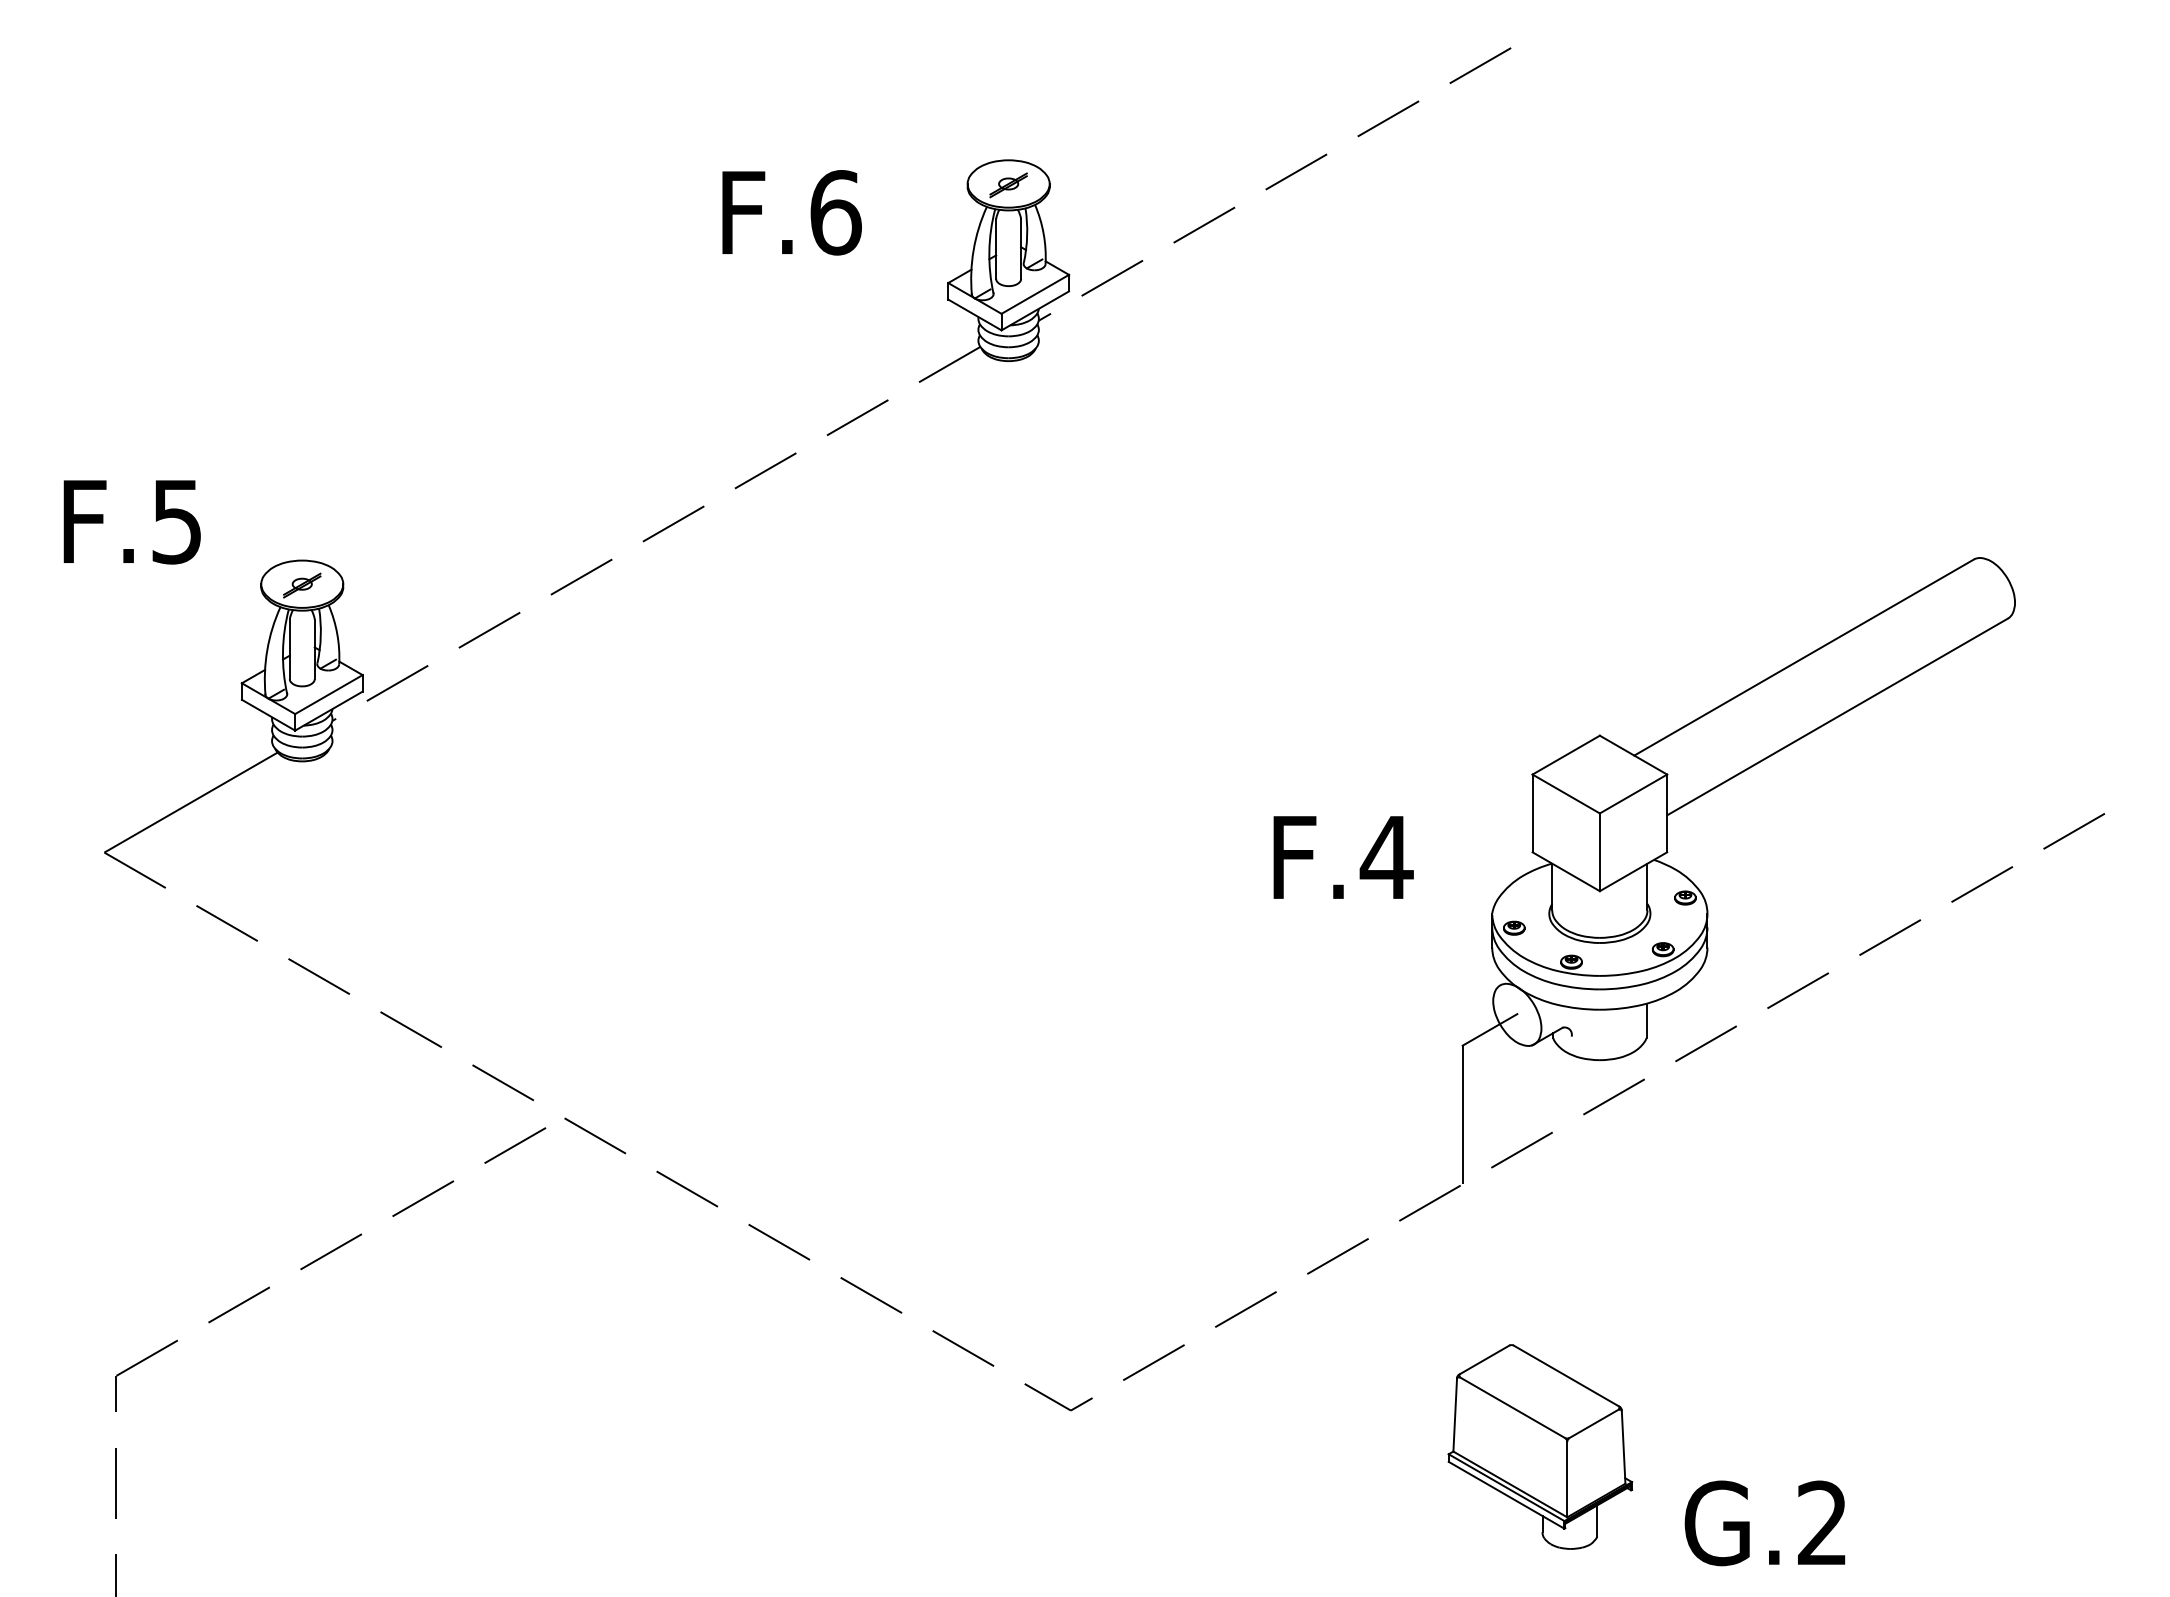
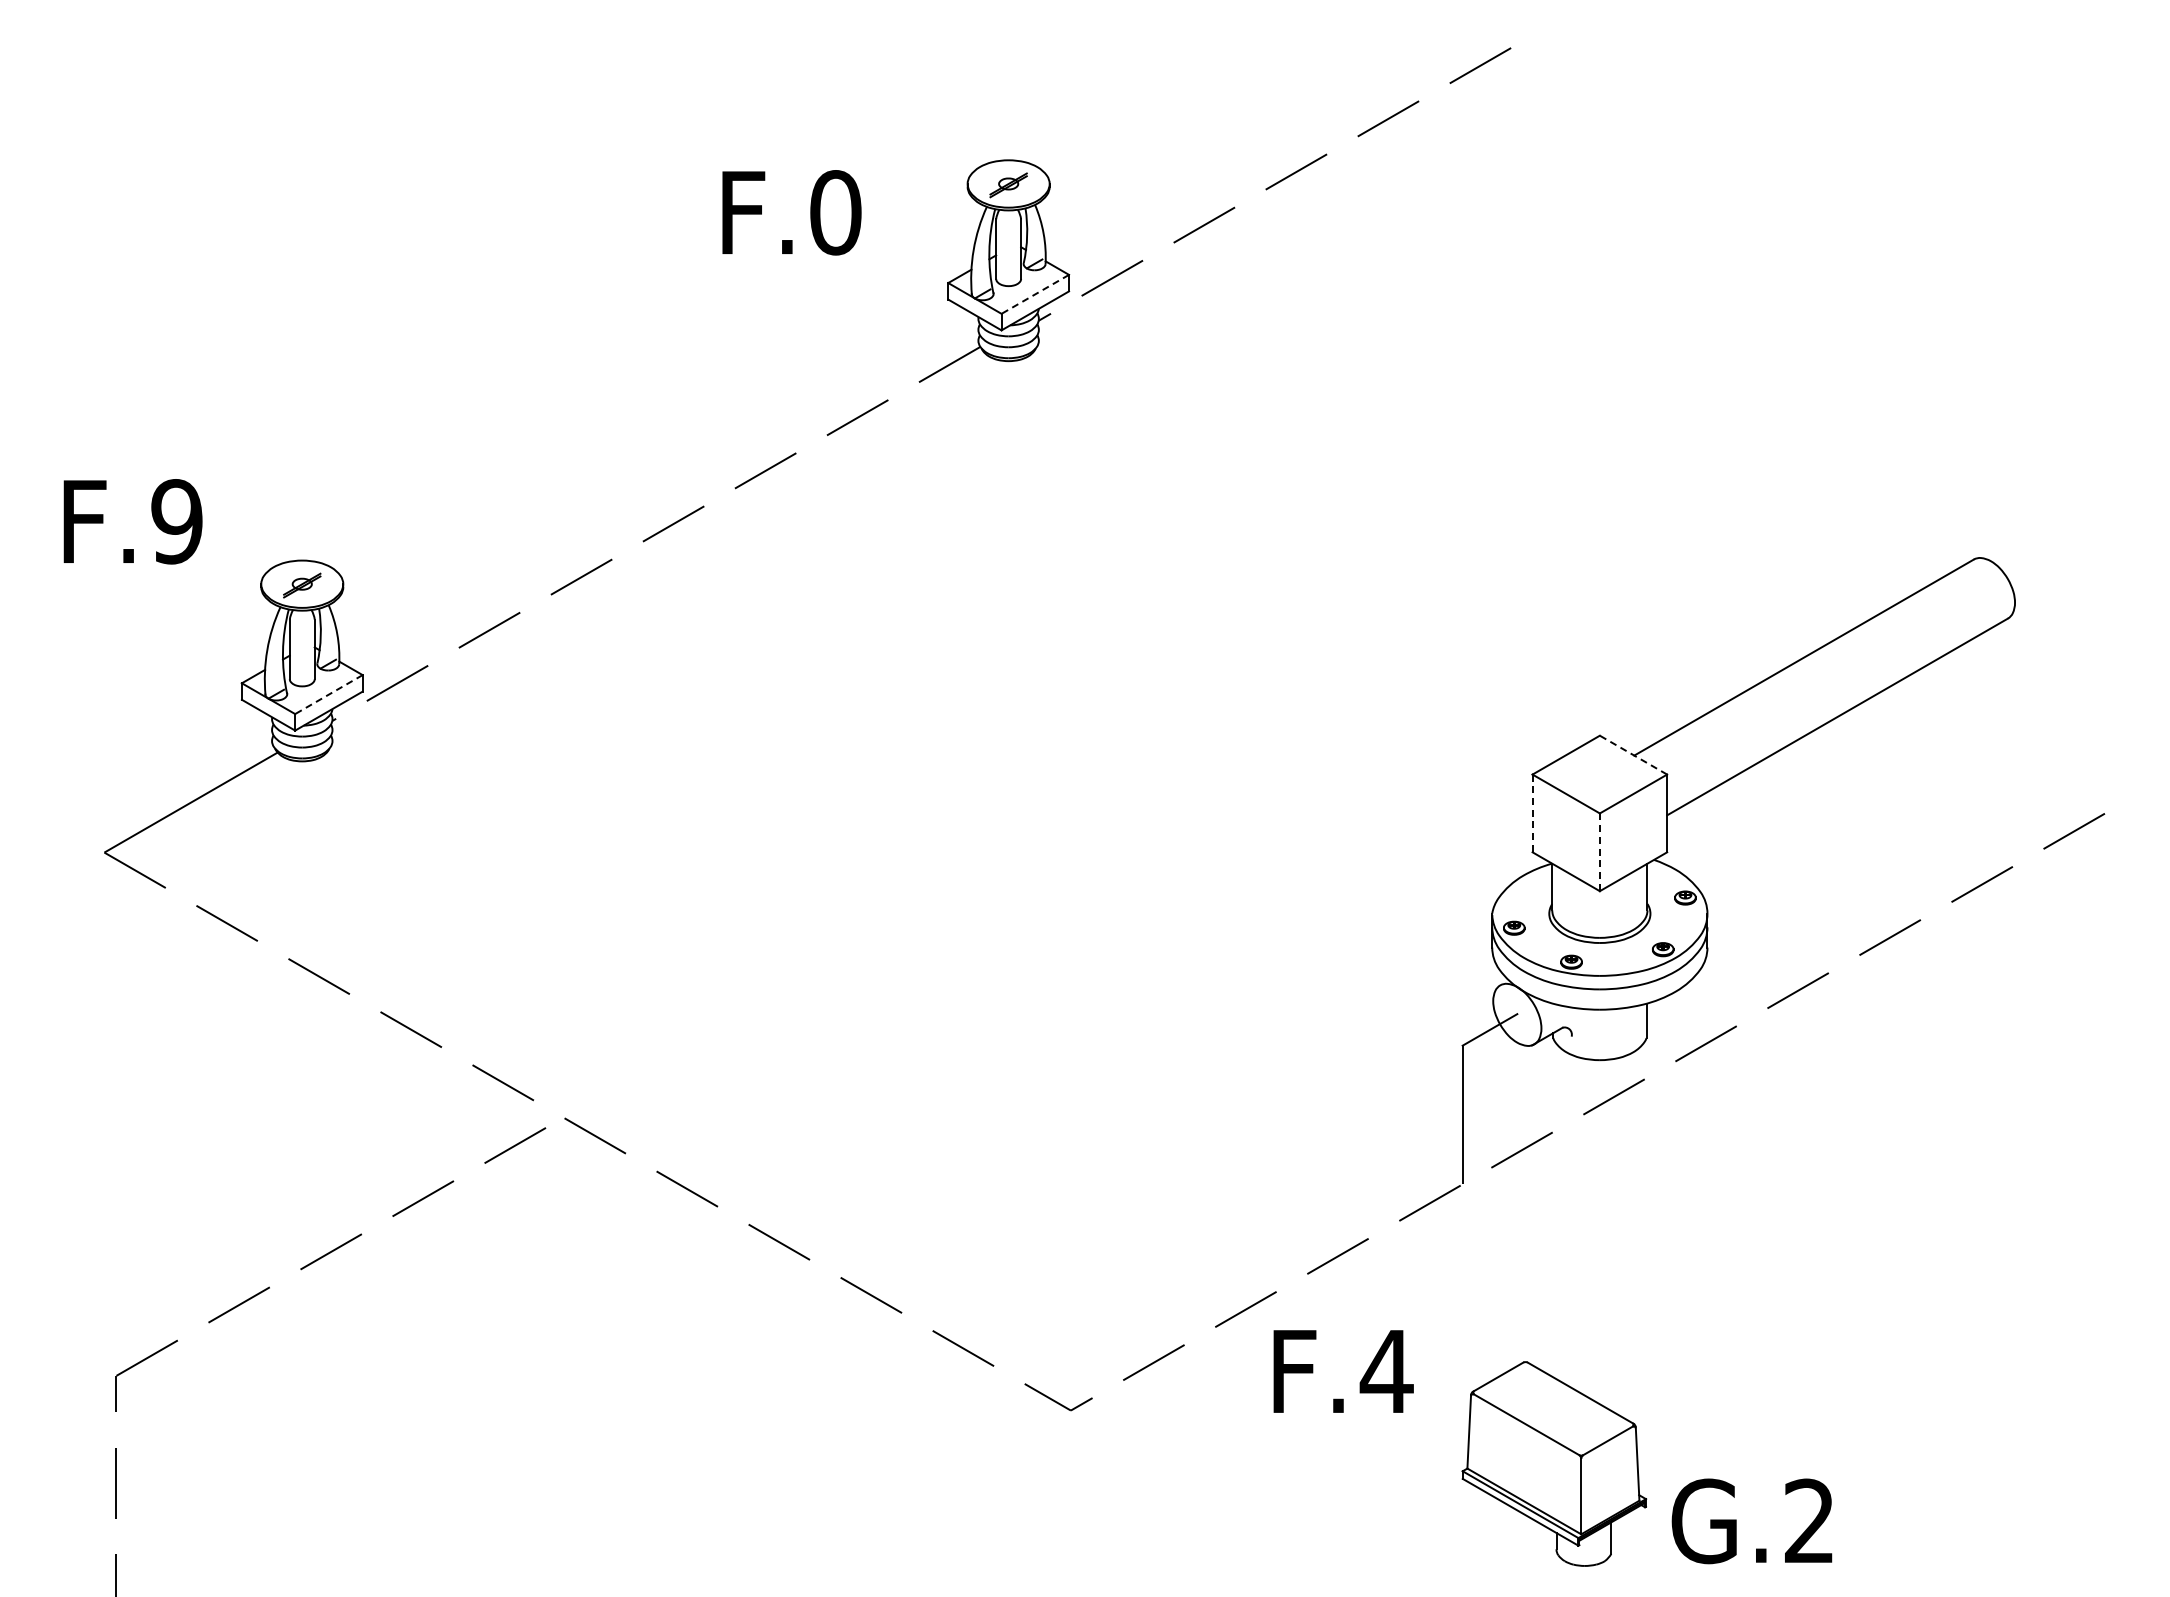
text at (835, 212): F.6 -> F.0
line at (1035, 294): solid -> dashed
text at (176, 521): F.5 -> F.9
line at (328, 694): solid -> dashed
line at (1633, 755): solid -> dashed
line at (1532, 813): solid -> dashed
line at (1599, 852): solid -> dashed
text at (1343, 857) position: (1343, 857) -> (1343, 1371)
part at (1540, 1446) position: (1540, 1446) -> (1554, 1463)
text at (1764, 1523) position: (1764, 1523) -> (1751, 1521)
